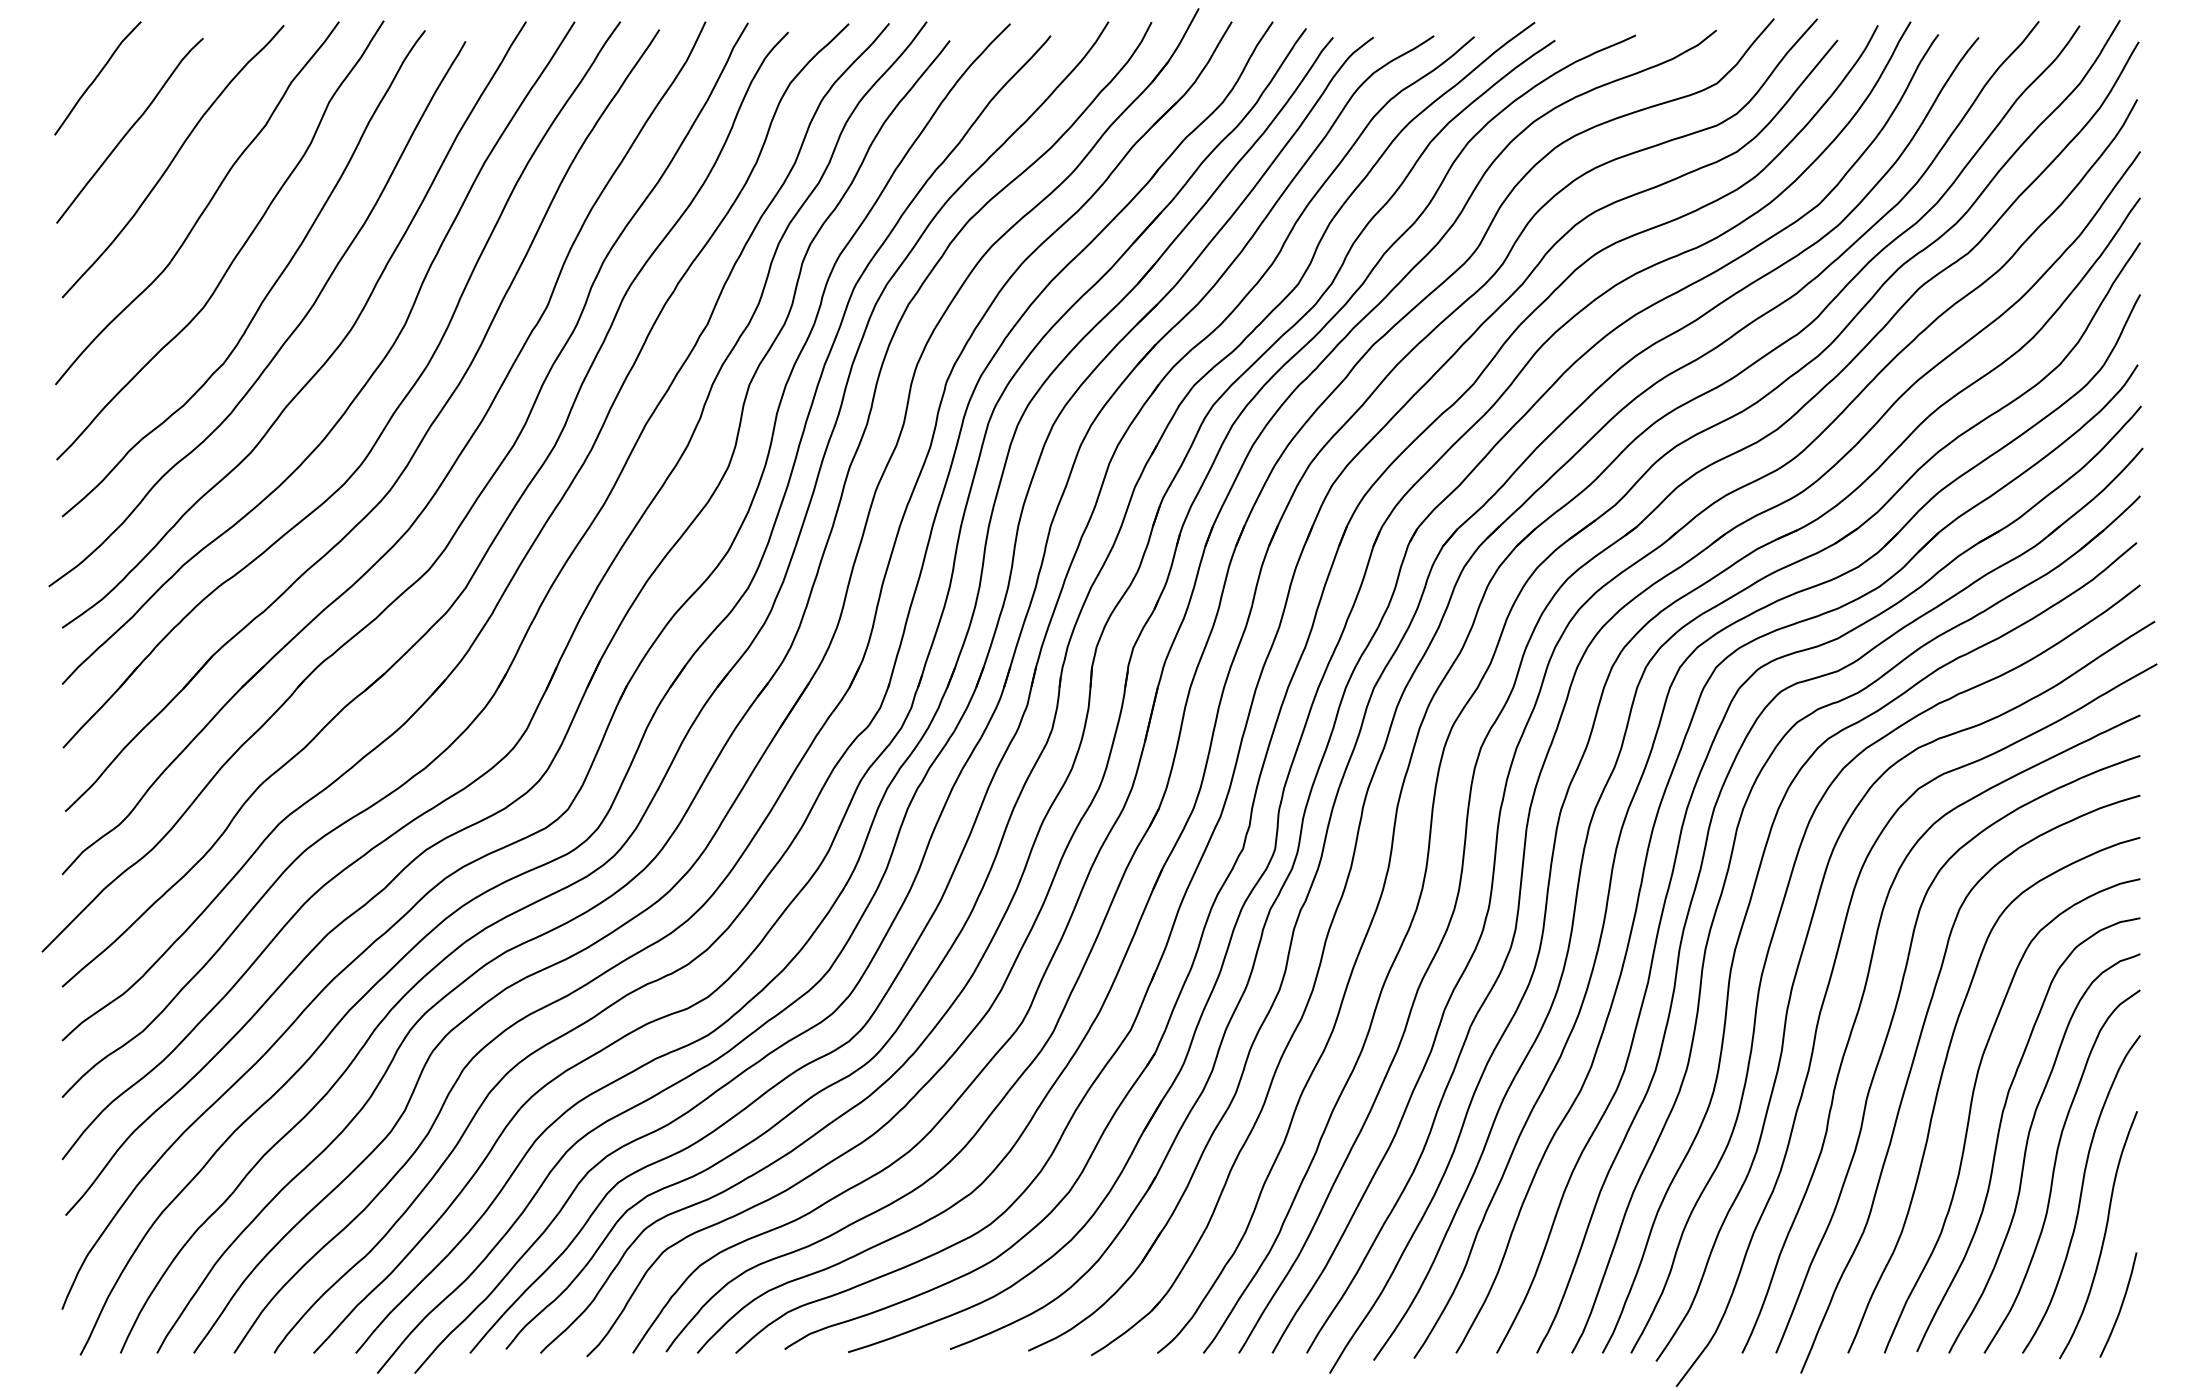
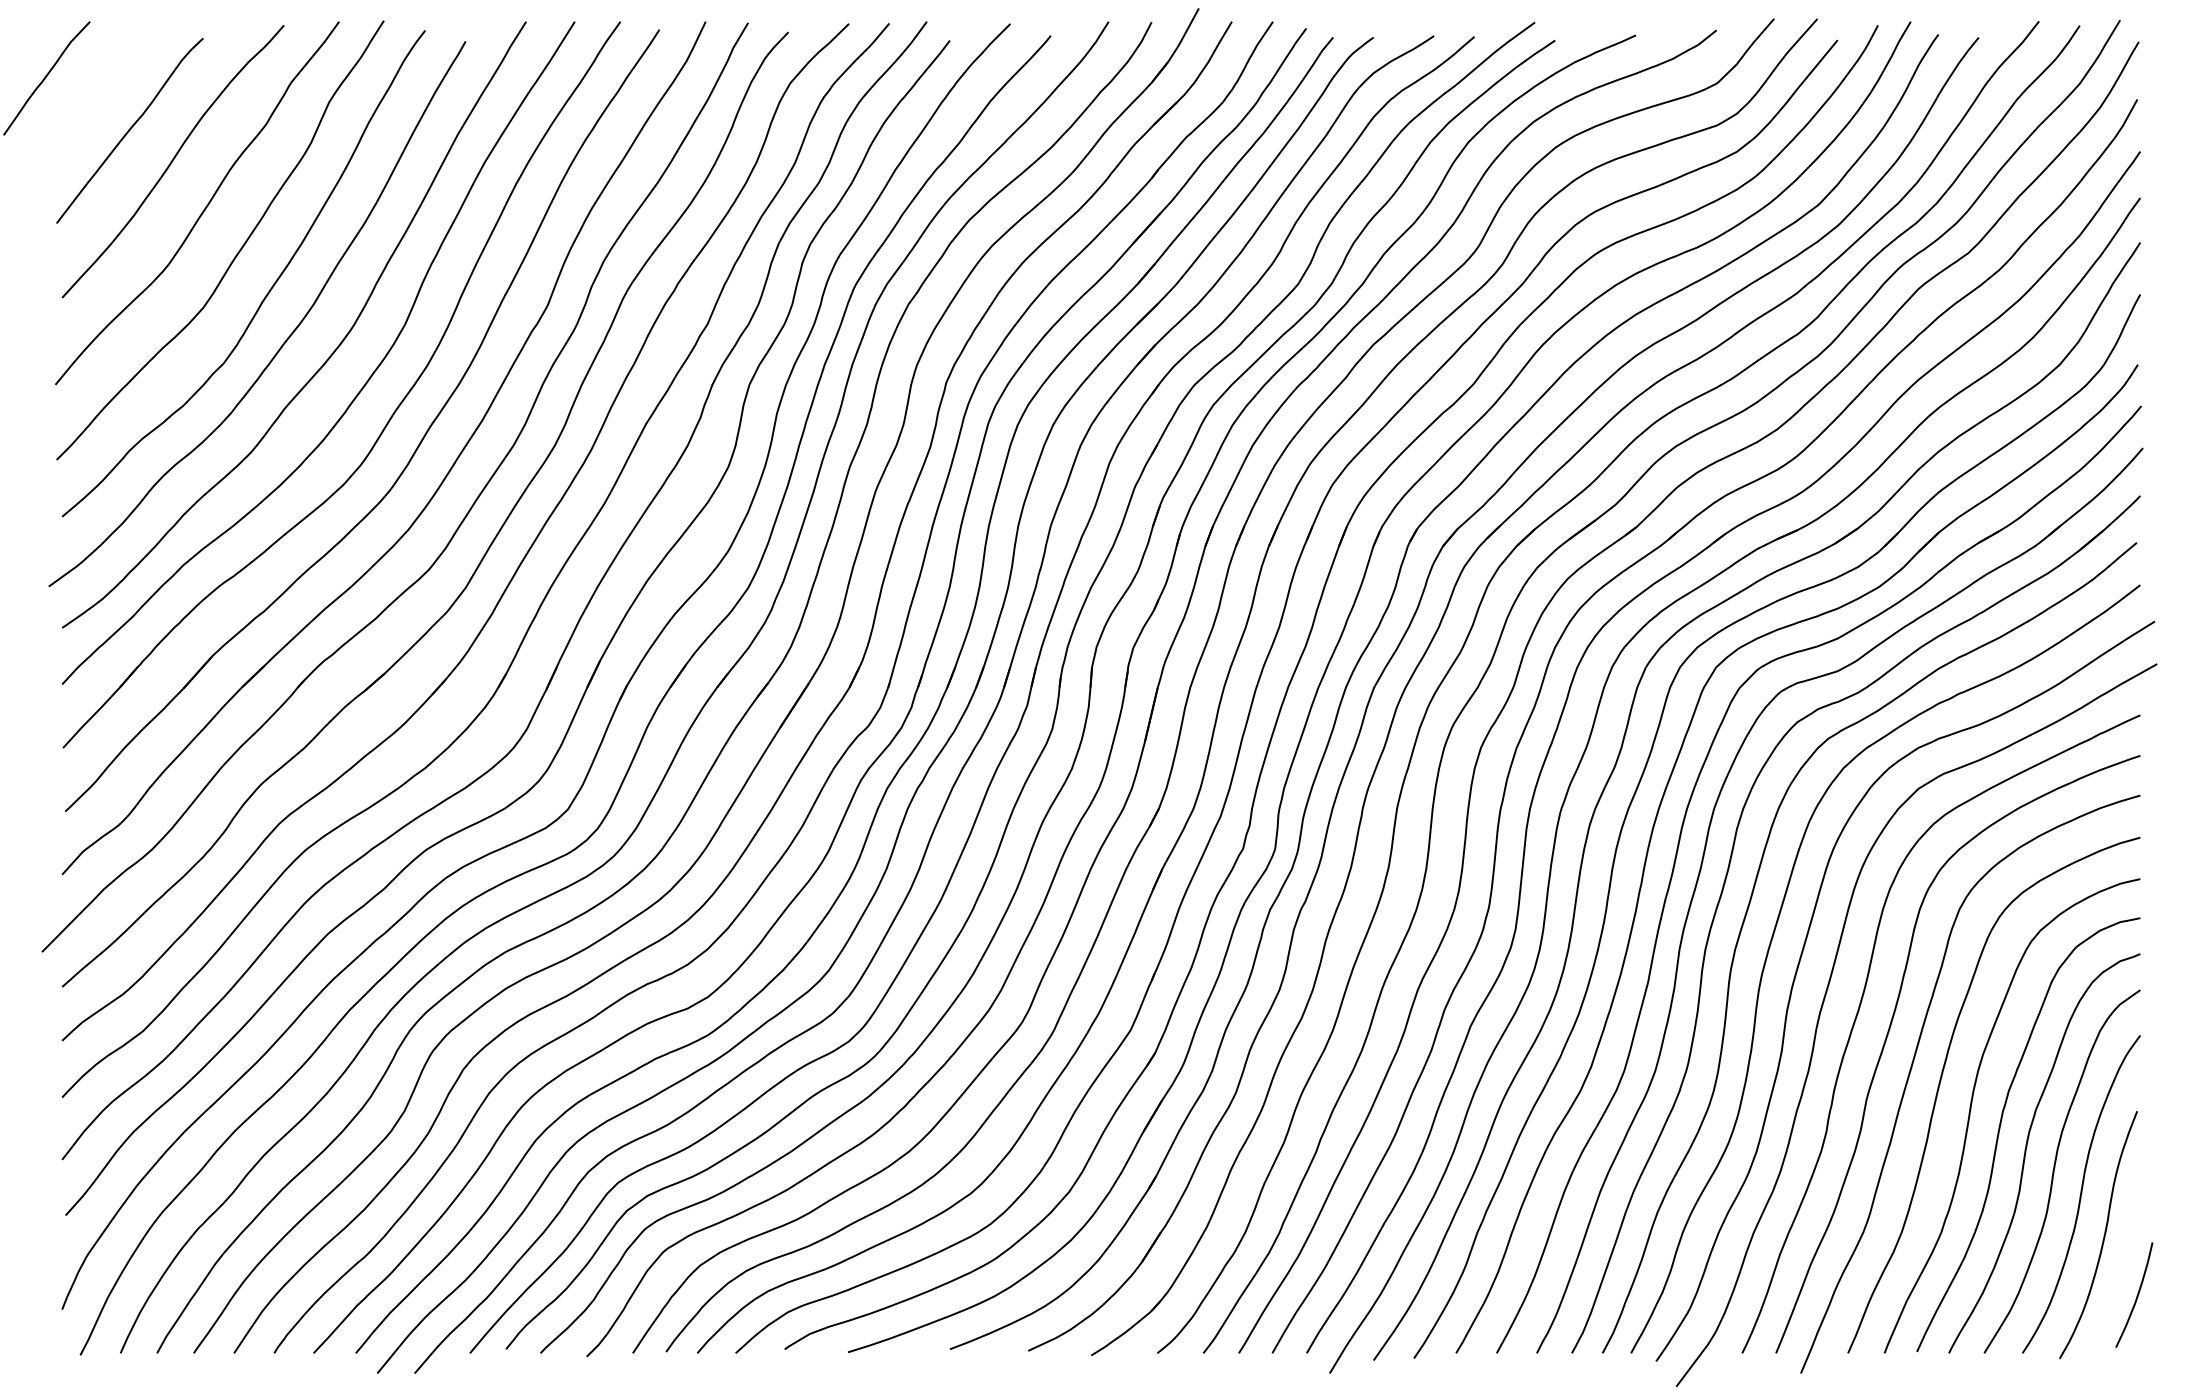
curve at (97, 77) position: (97, 77) -> (46, 77)
curve at (2120, 1305) position: (2120, 1305) -> (2136, 1295)
